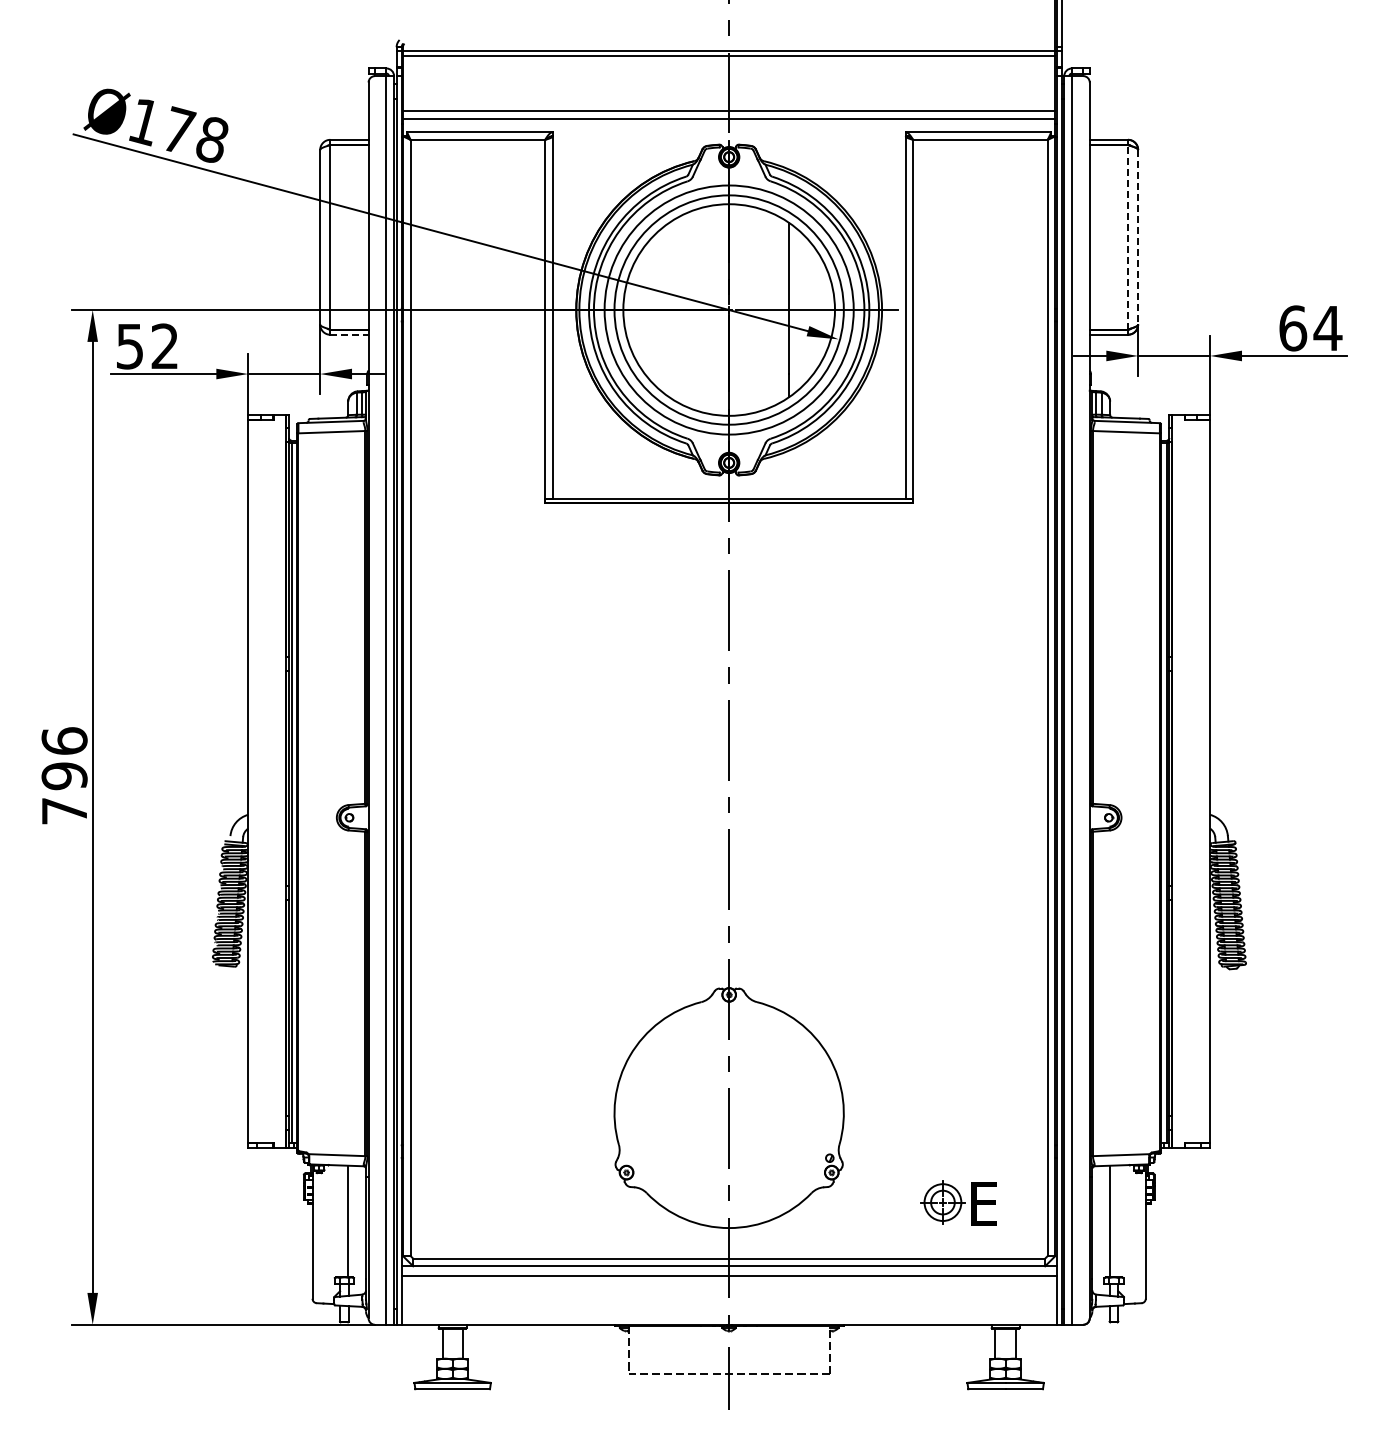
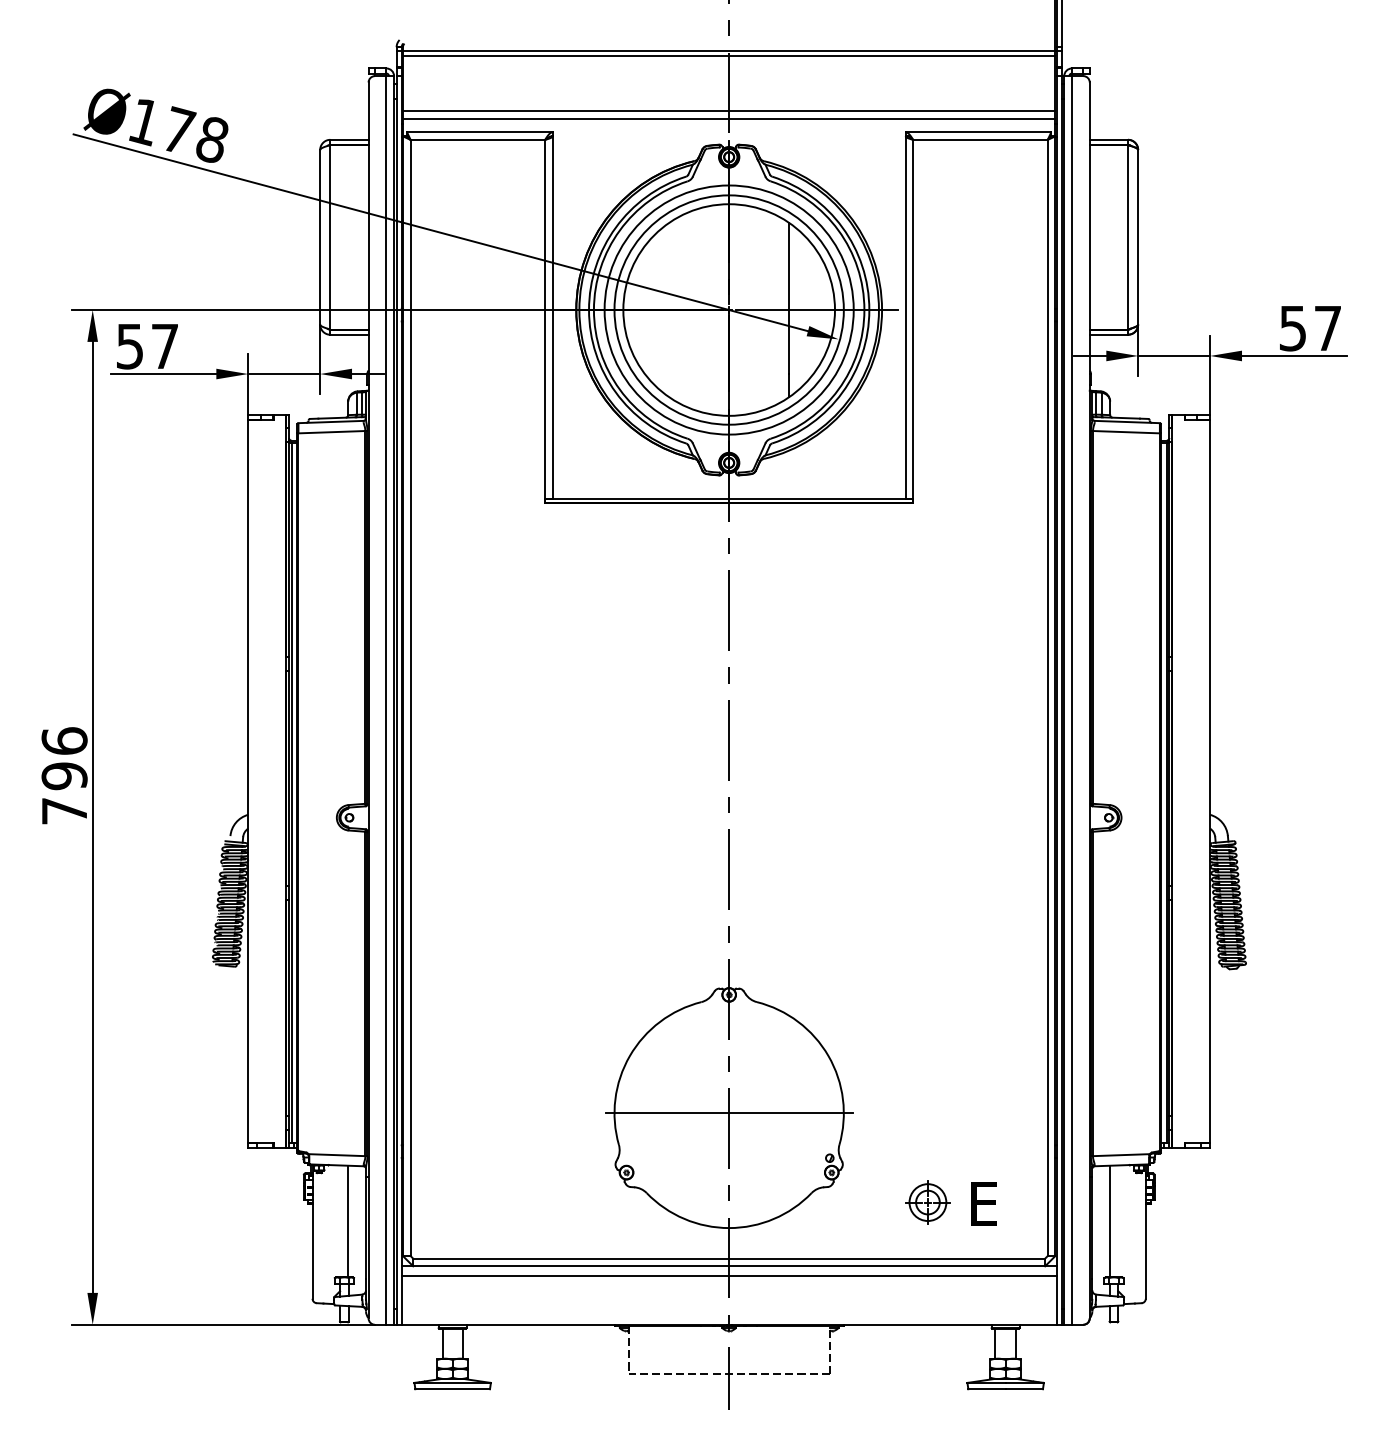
line at (1127, 236): dashed -> solid
line at (1138, 237): dashed -> solid
text at (1310, 328): 64 -> 57
line at (349, 334): dashed -> solid
text at (164, 345): 52 -> 57
line at (729, 1113): none -> present
part at (942, 1202) position: (942, 1202) -> (927, 1202)
